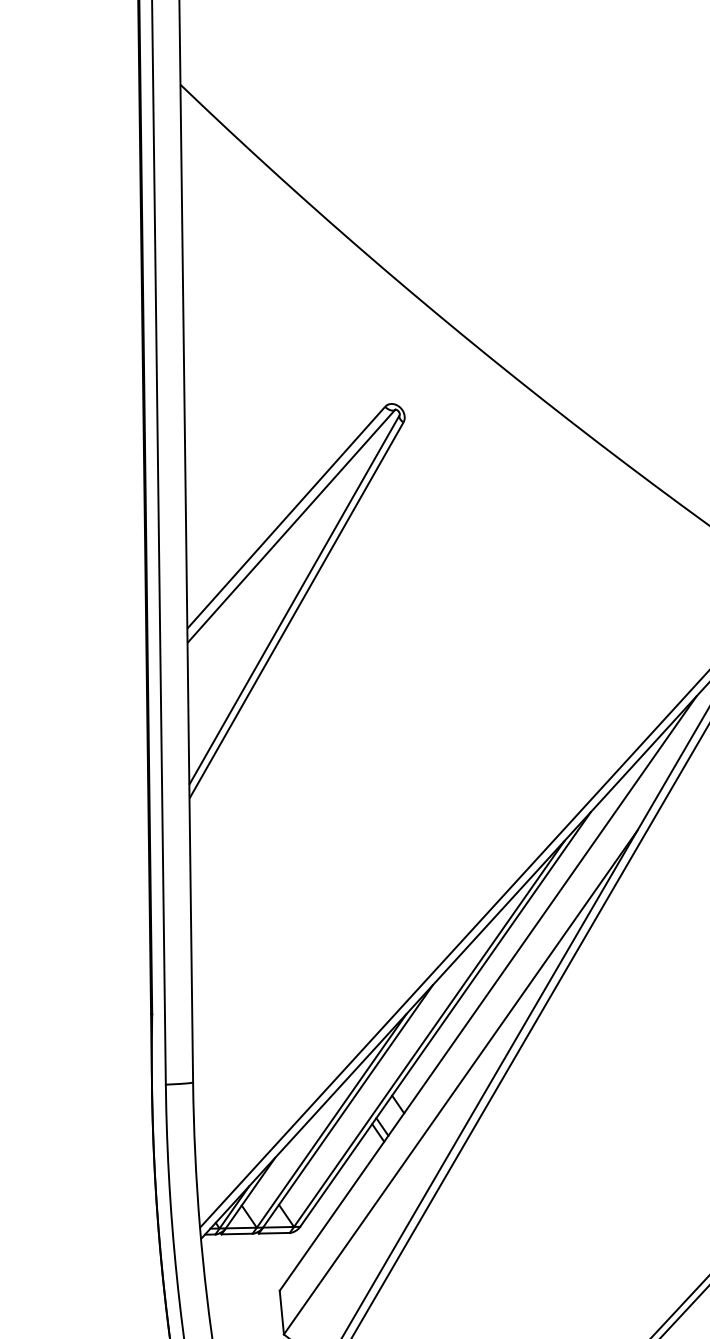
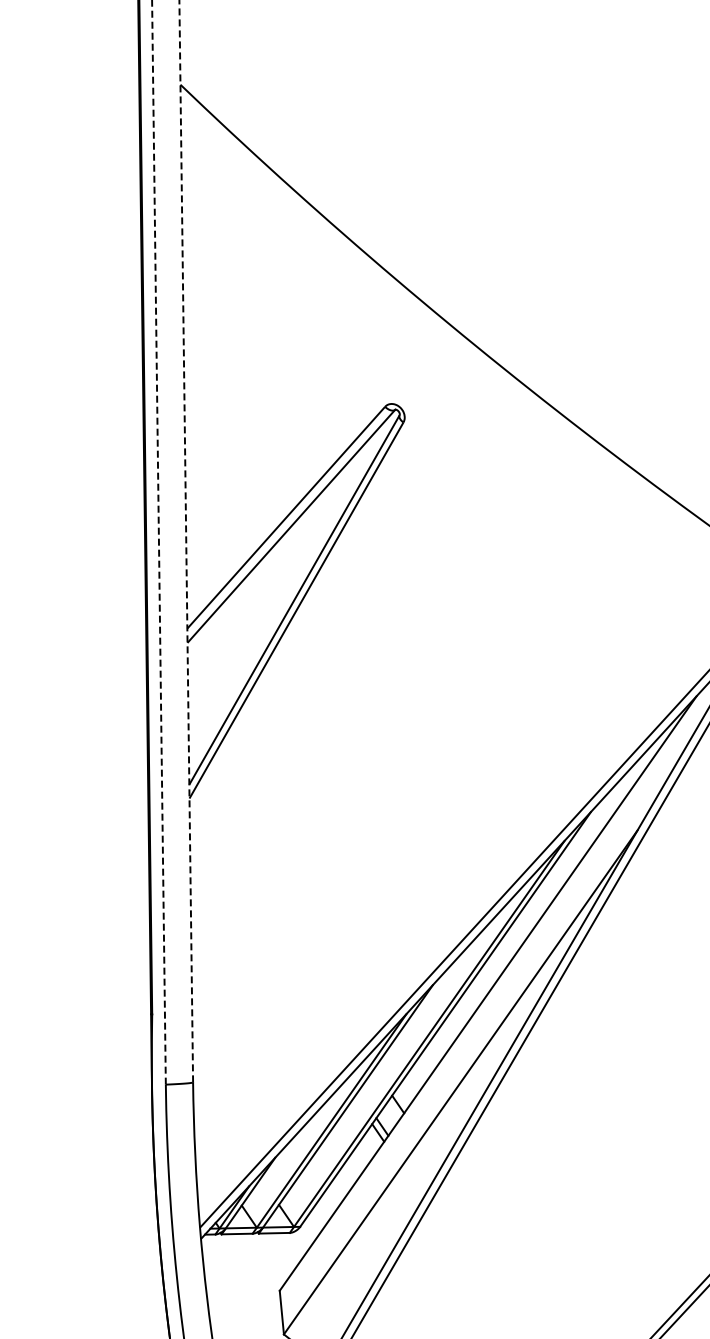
line at (186, 541): solid -> dashed
line at (158, 542): solid -> dashed
